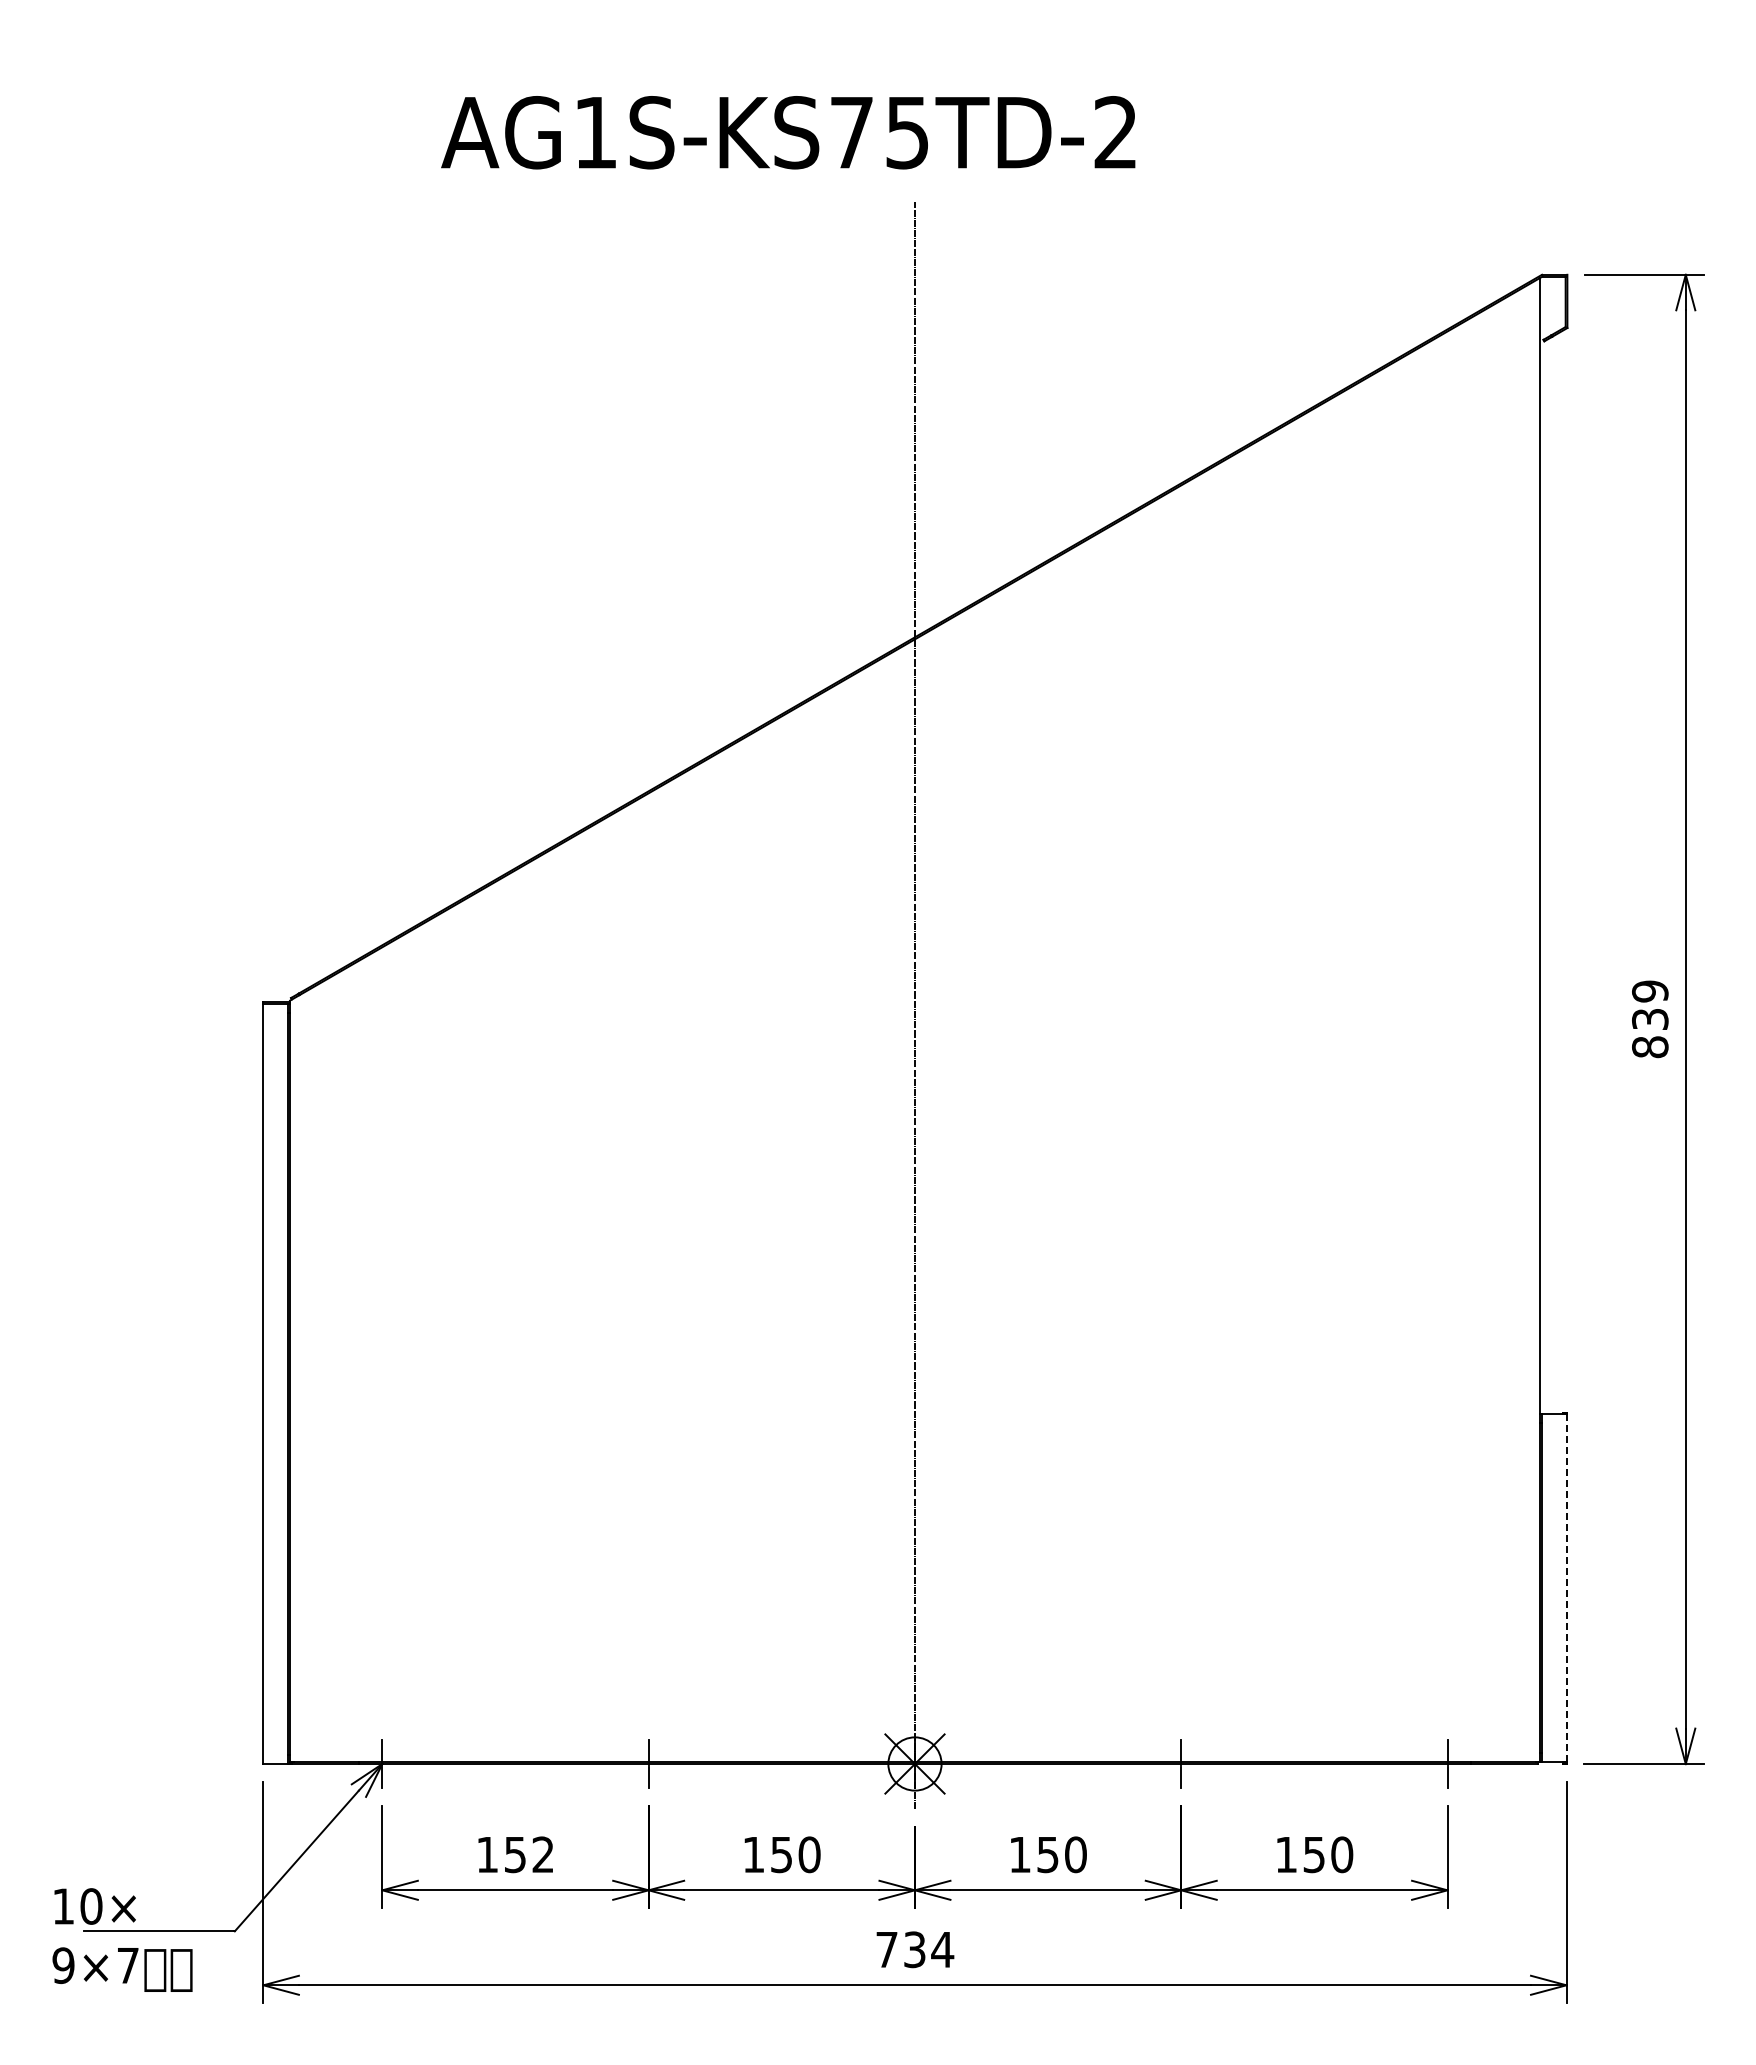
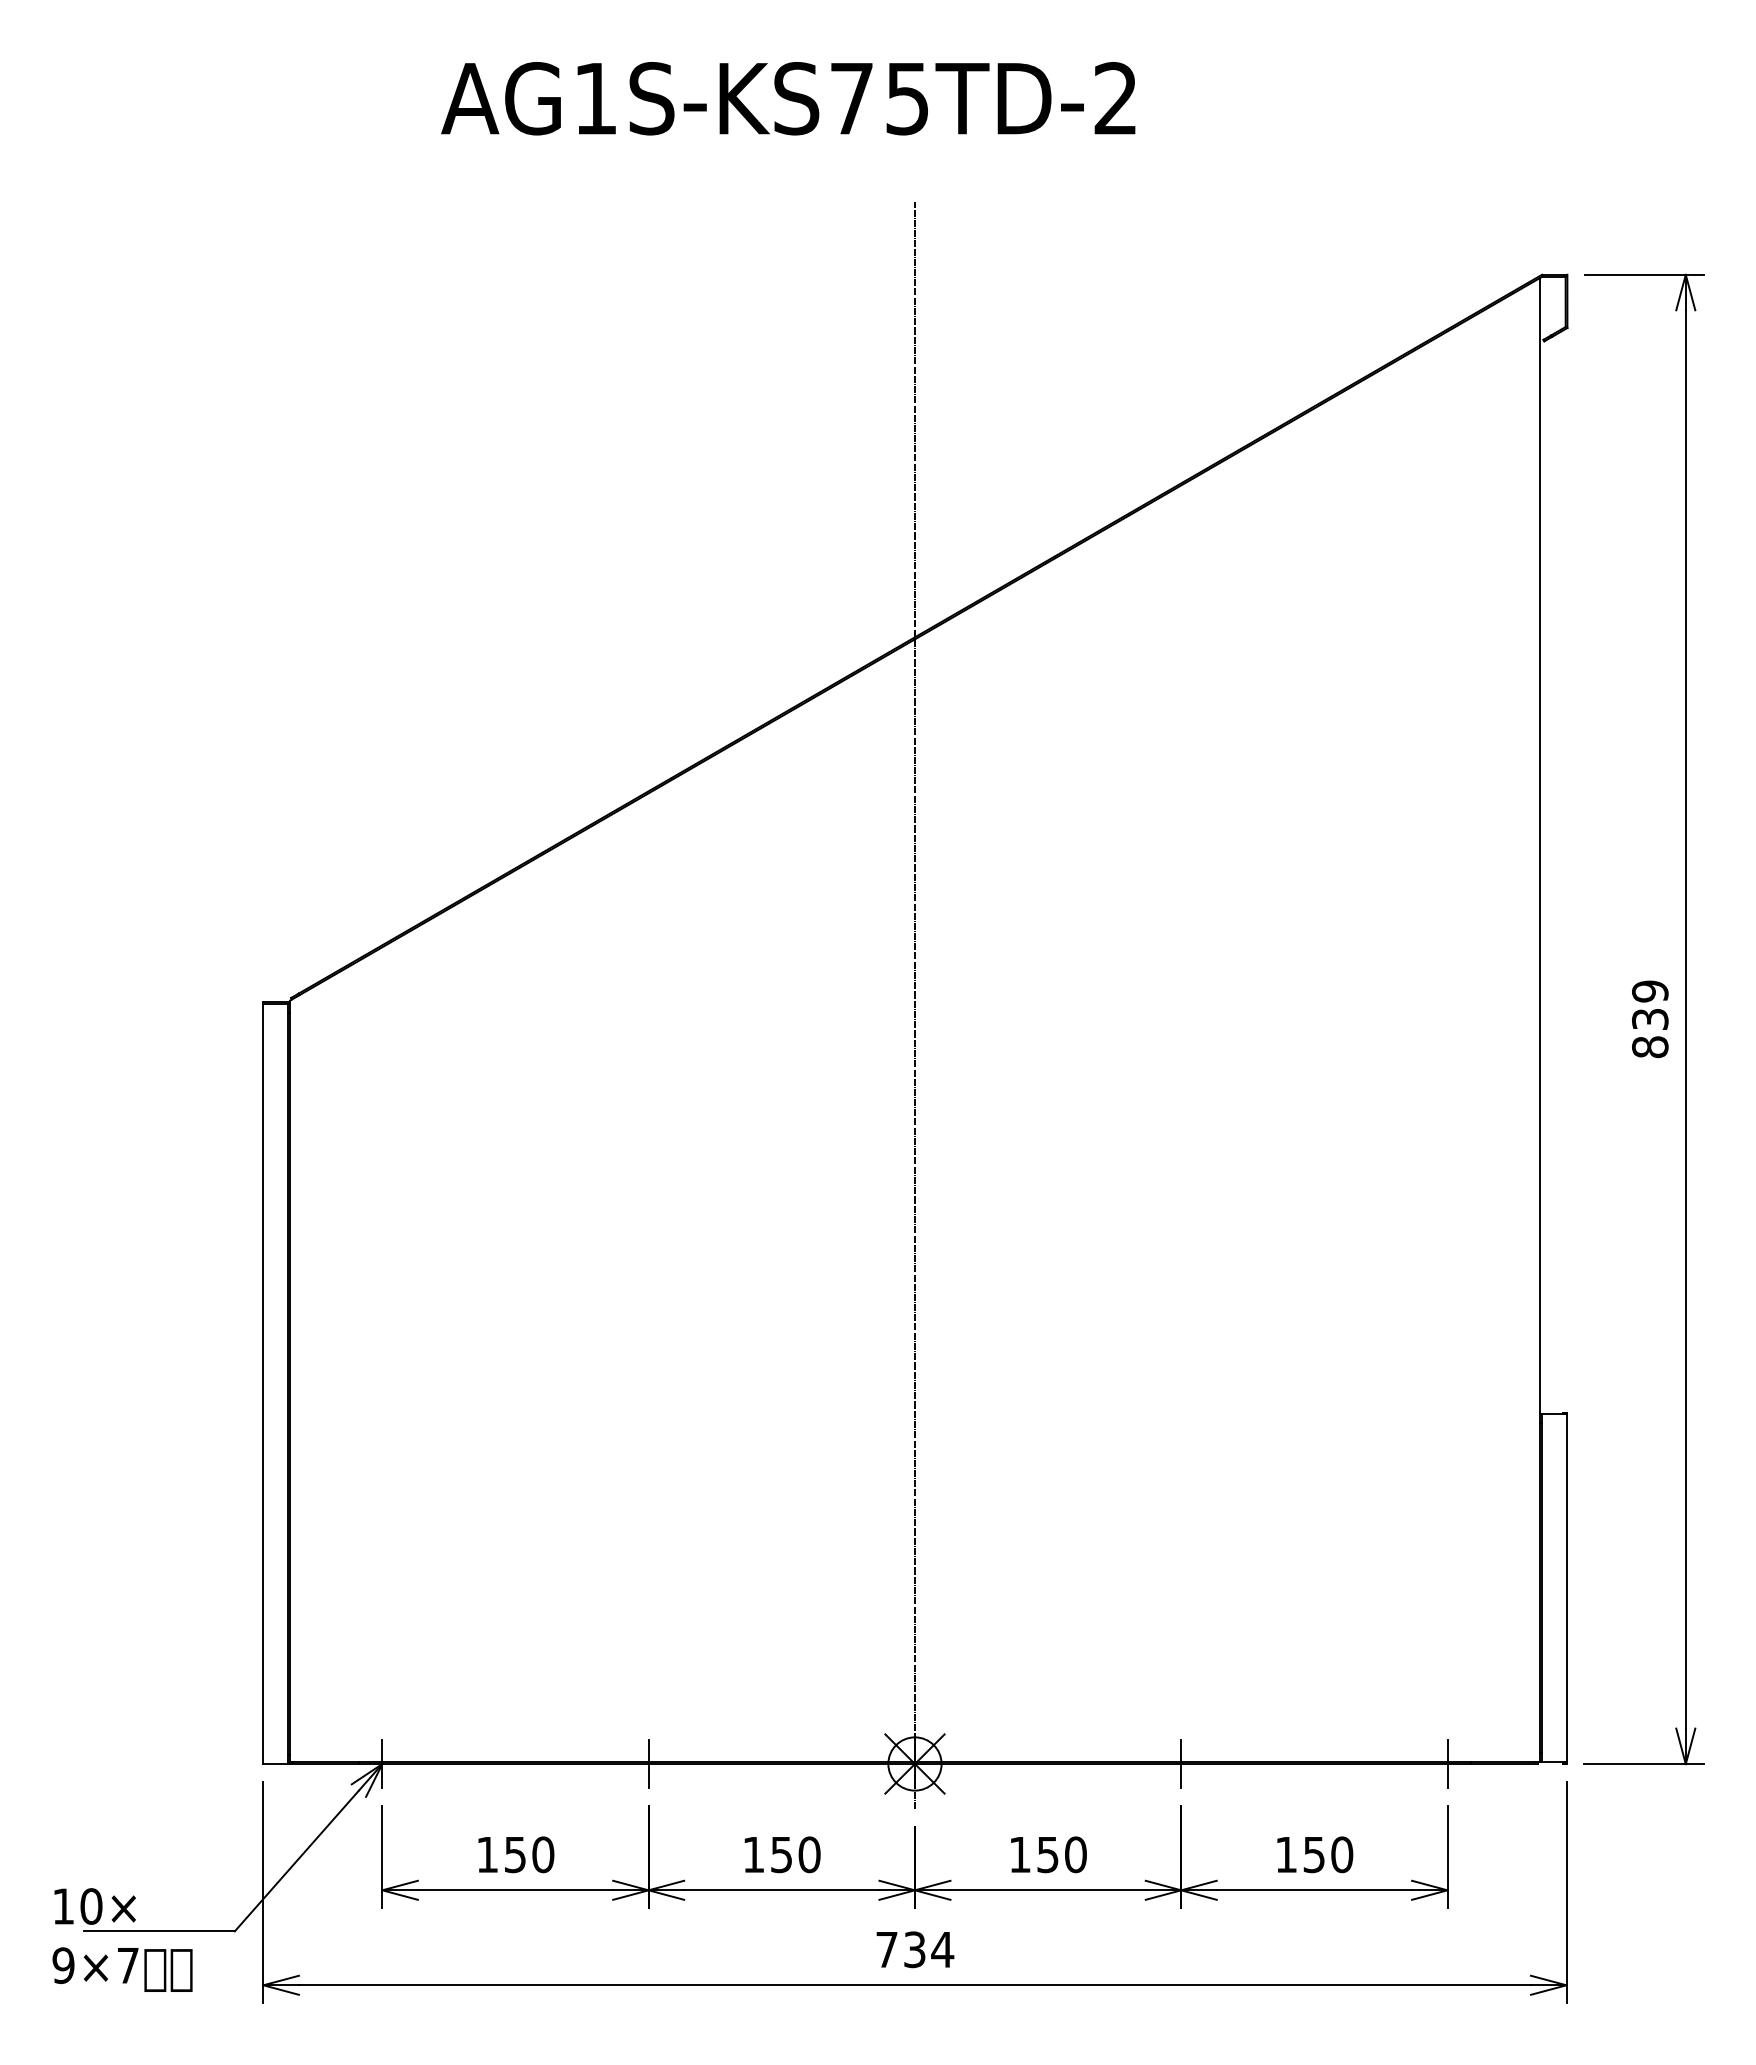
text at (788, 132) position: (788, 132) -> (788, 98)
line at (1566, 1588): dashed -> solid
text at (543, 1854): 152 -> 150
